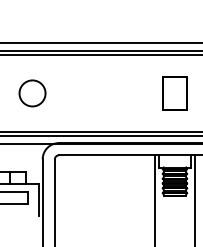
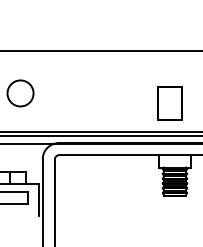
line at (100, 42): present -> none
line at (100, 54): present -> none
circle at (32, 93) position: (32, 93) -> (20, 93)
part at (174, 93) position: (174, 93) -> (169, 103)
line at (154, 199): present -> none
line at (195, 199): present -> none
